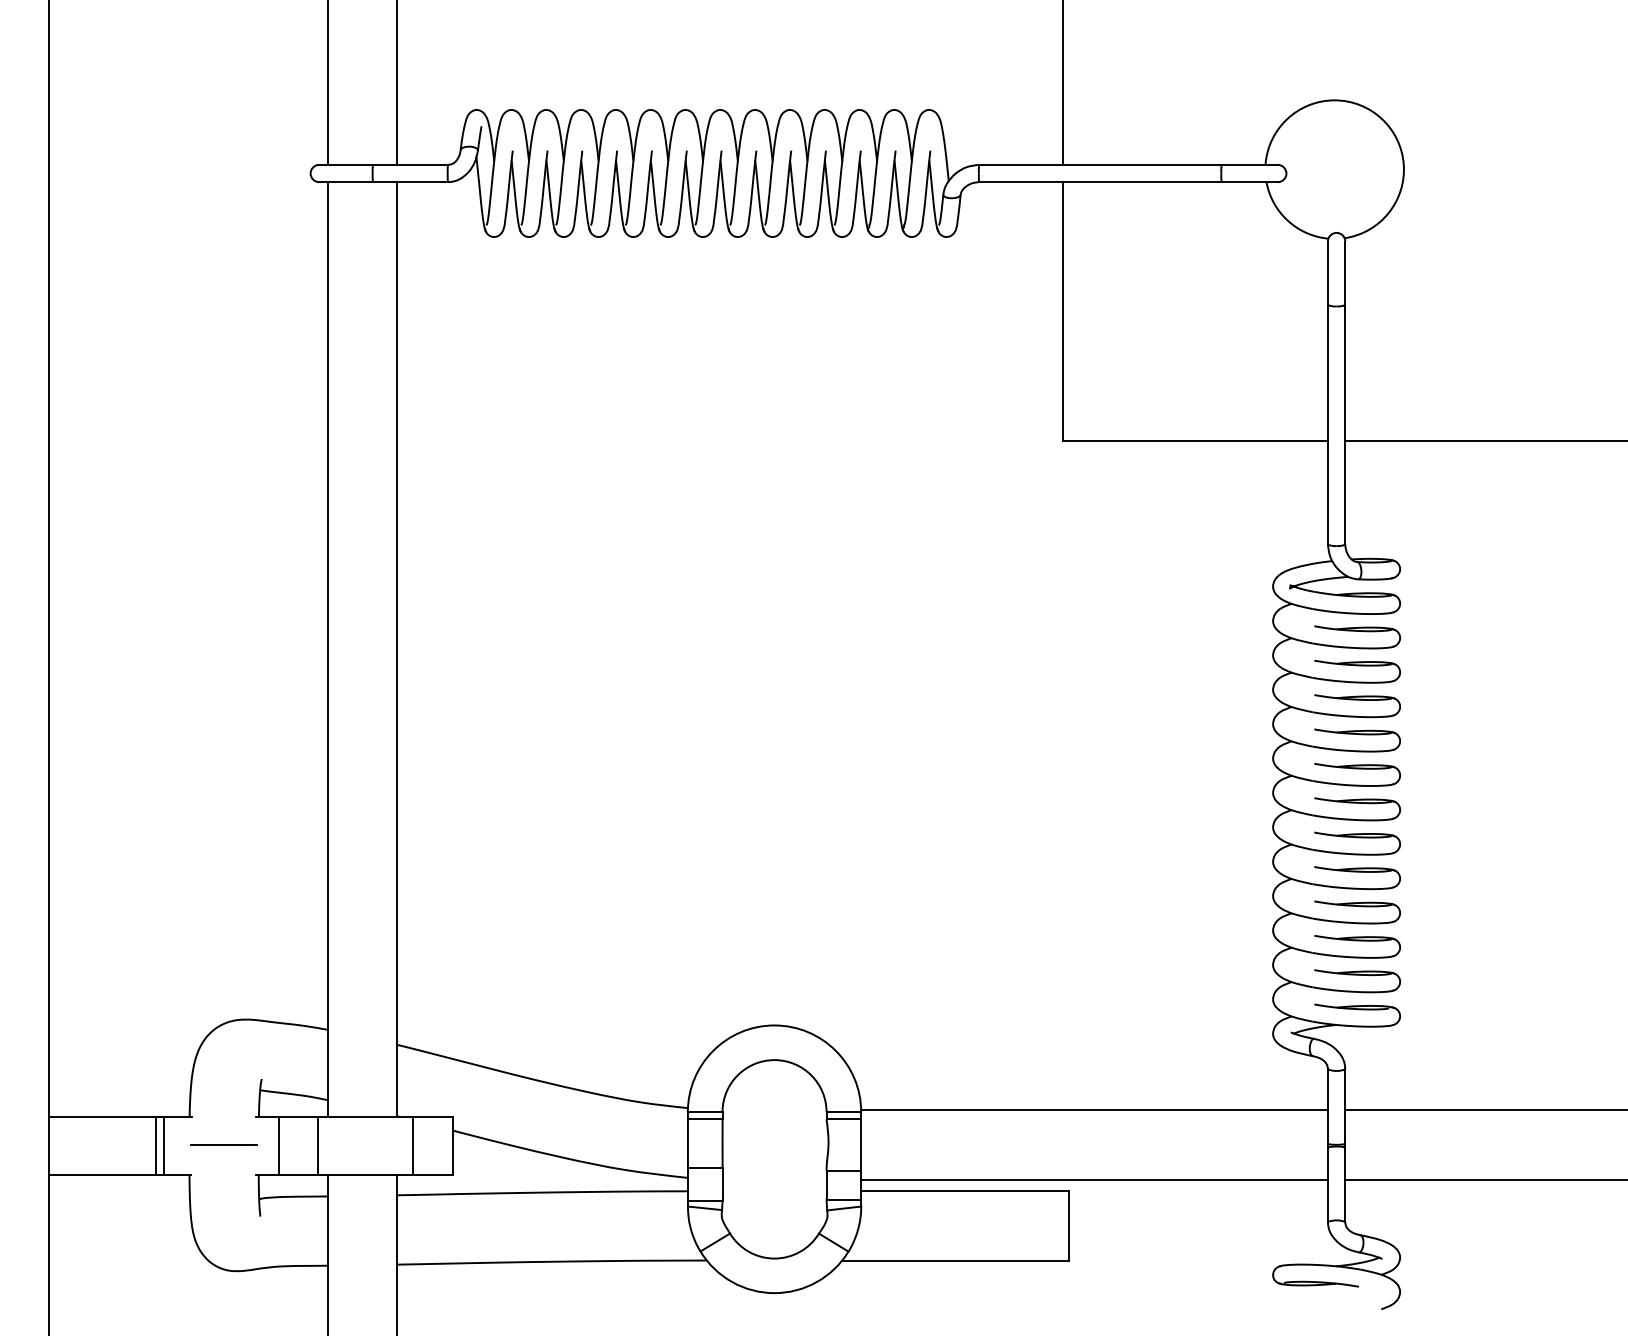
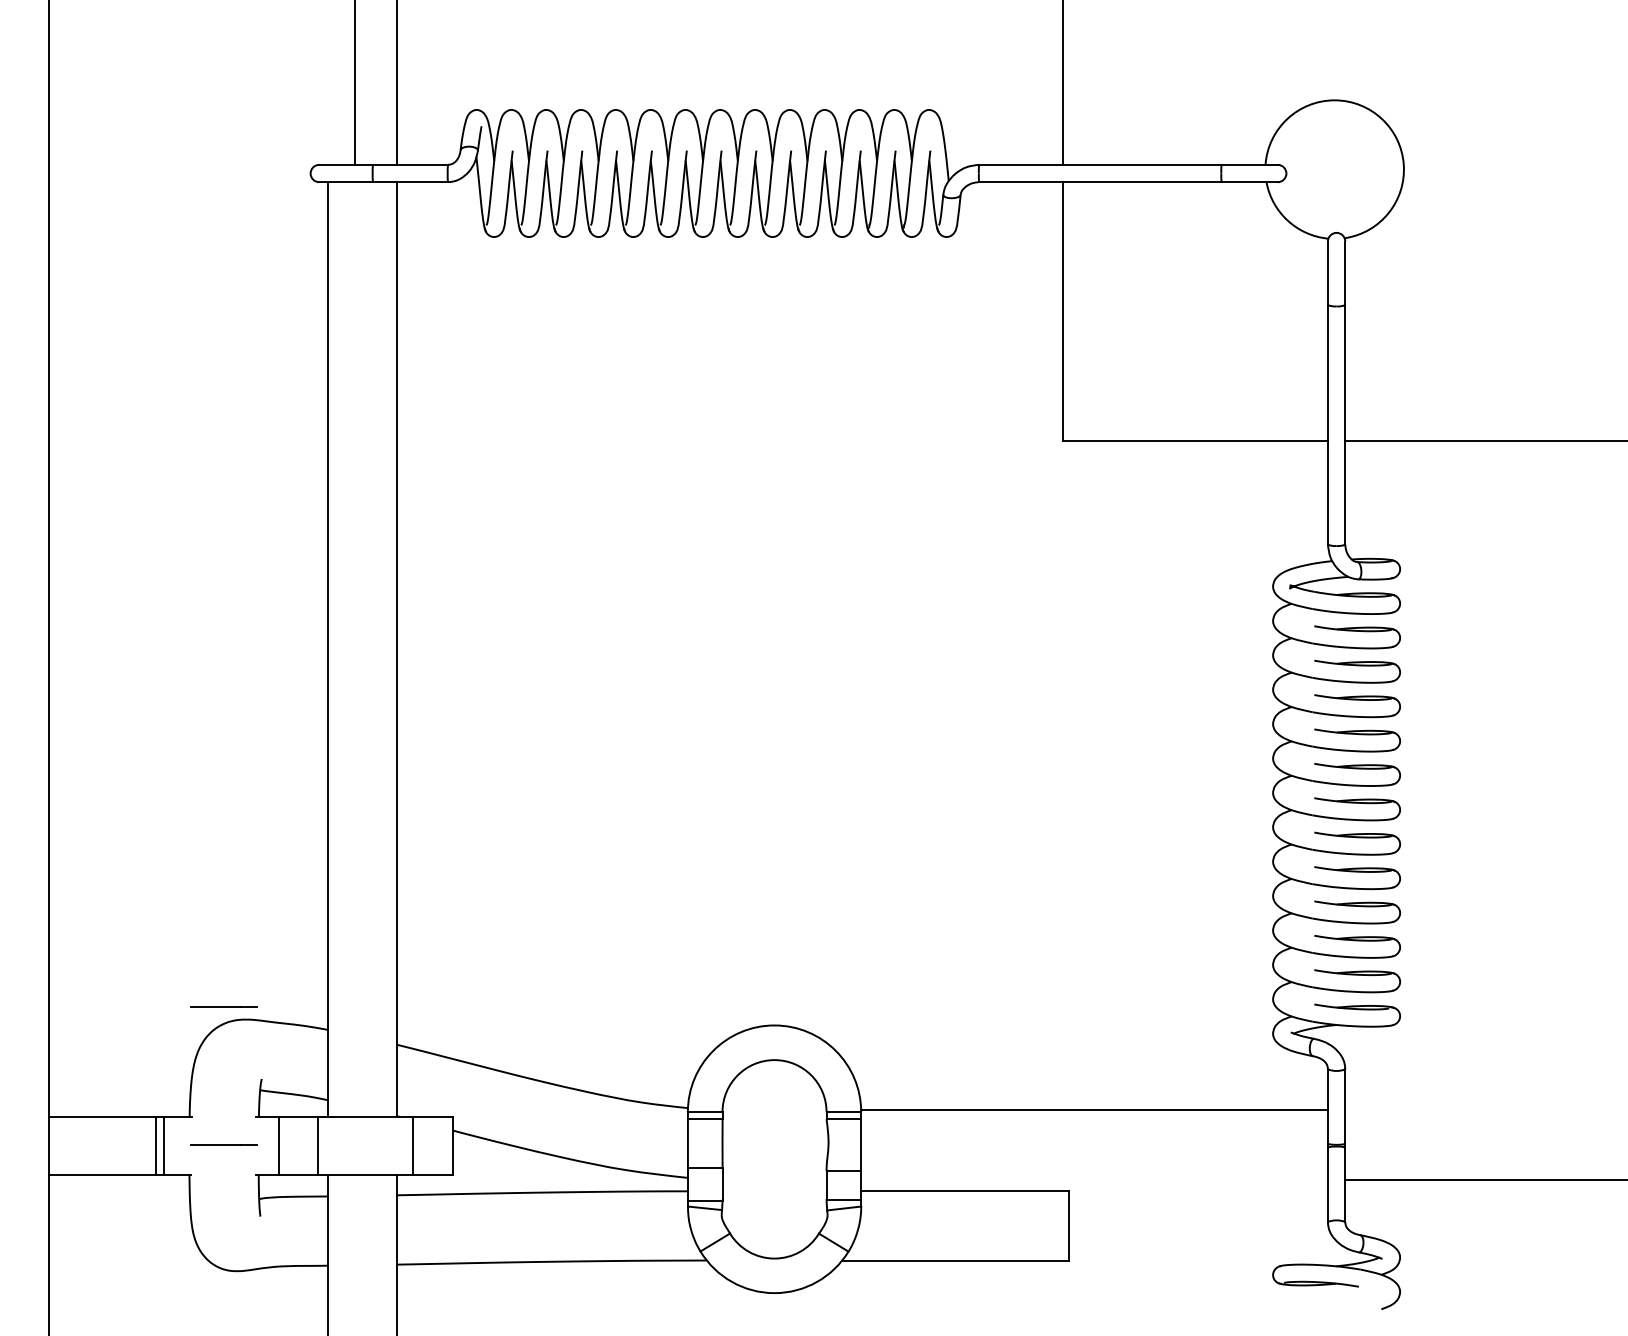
line at (327, 83) position: (327, 83) -> (354, 83)
line at (223, 1006): none -> present
line at (1484, 1110): present -> none
line at (1094, 1179): present -> none
